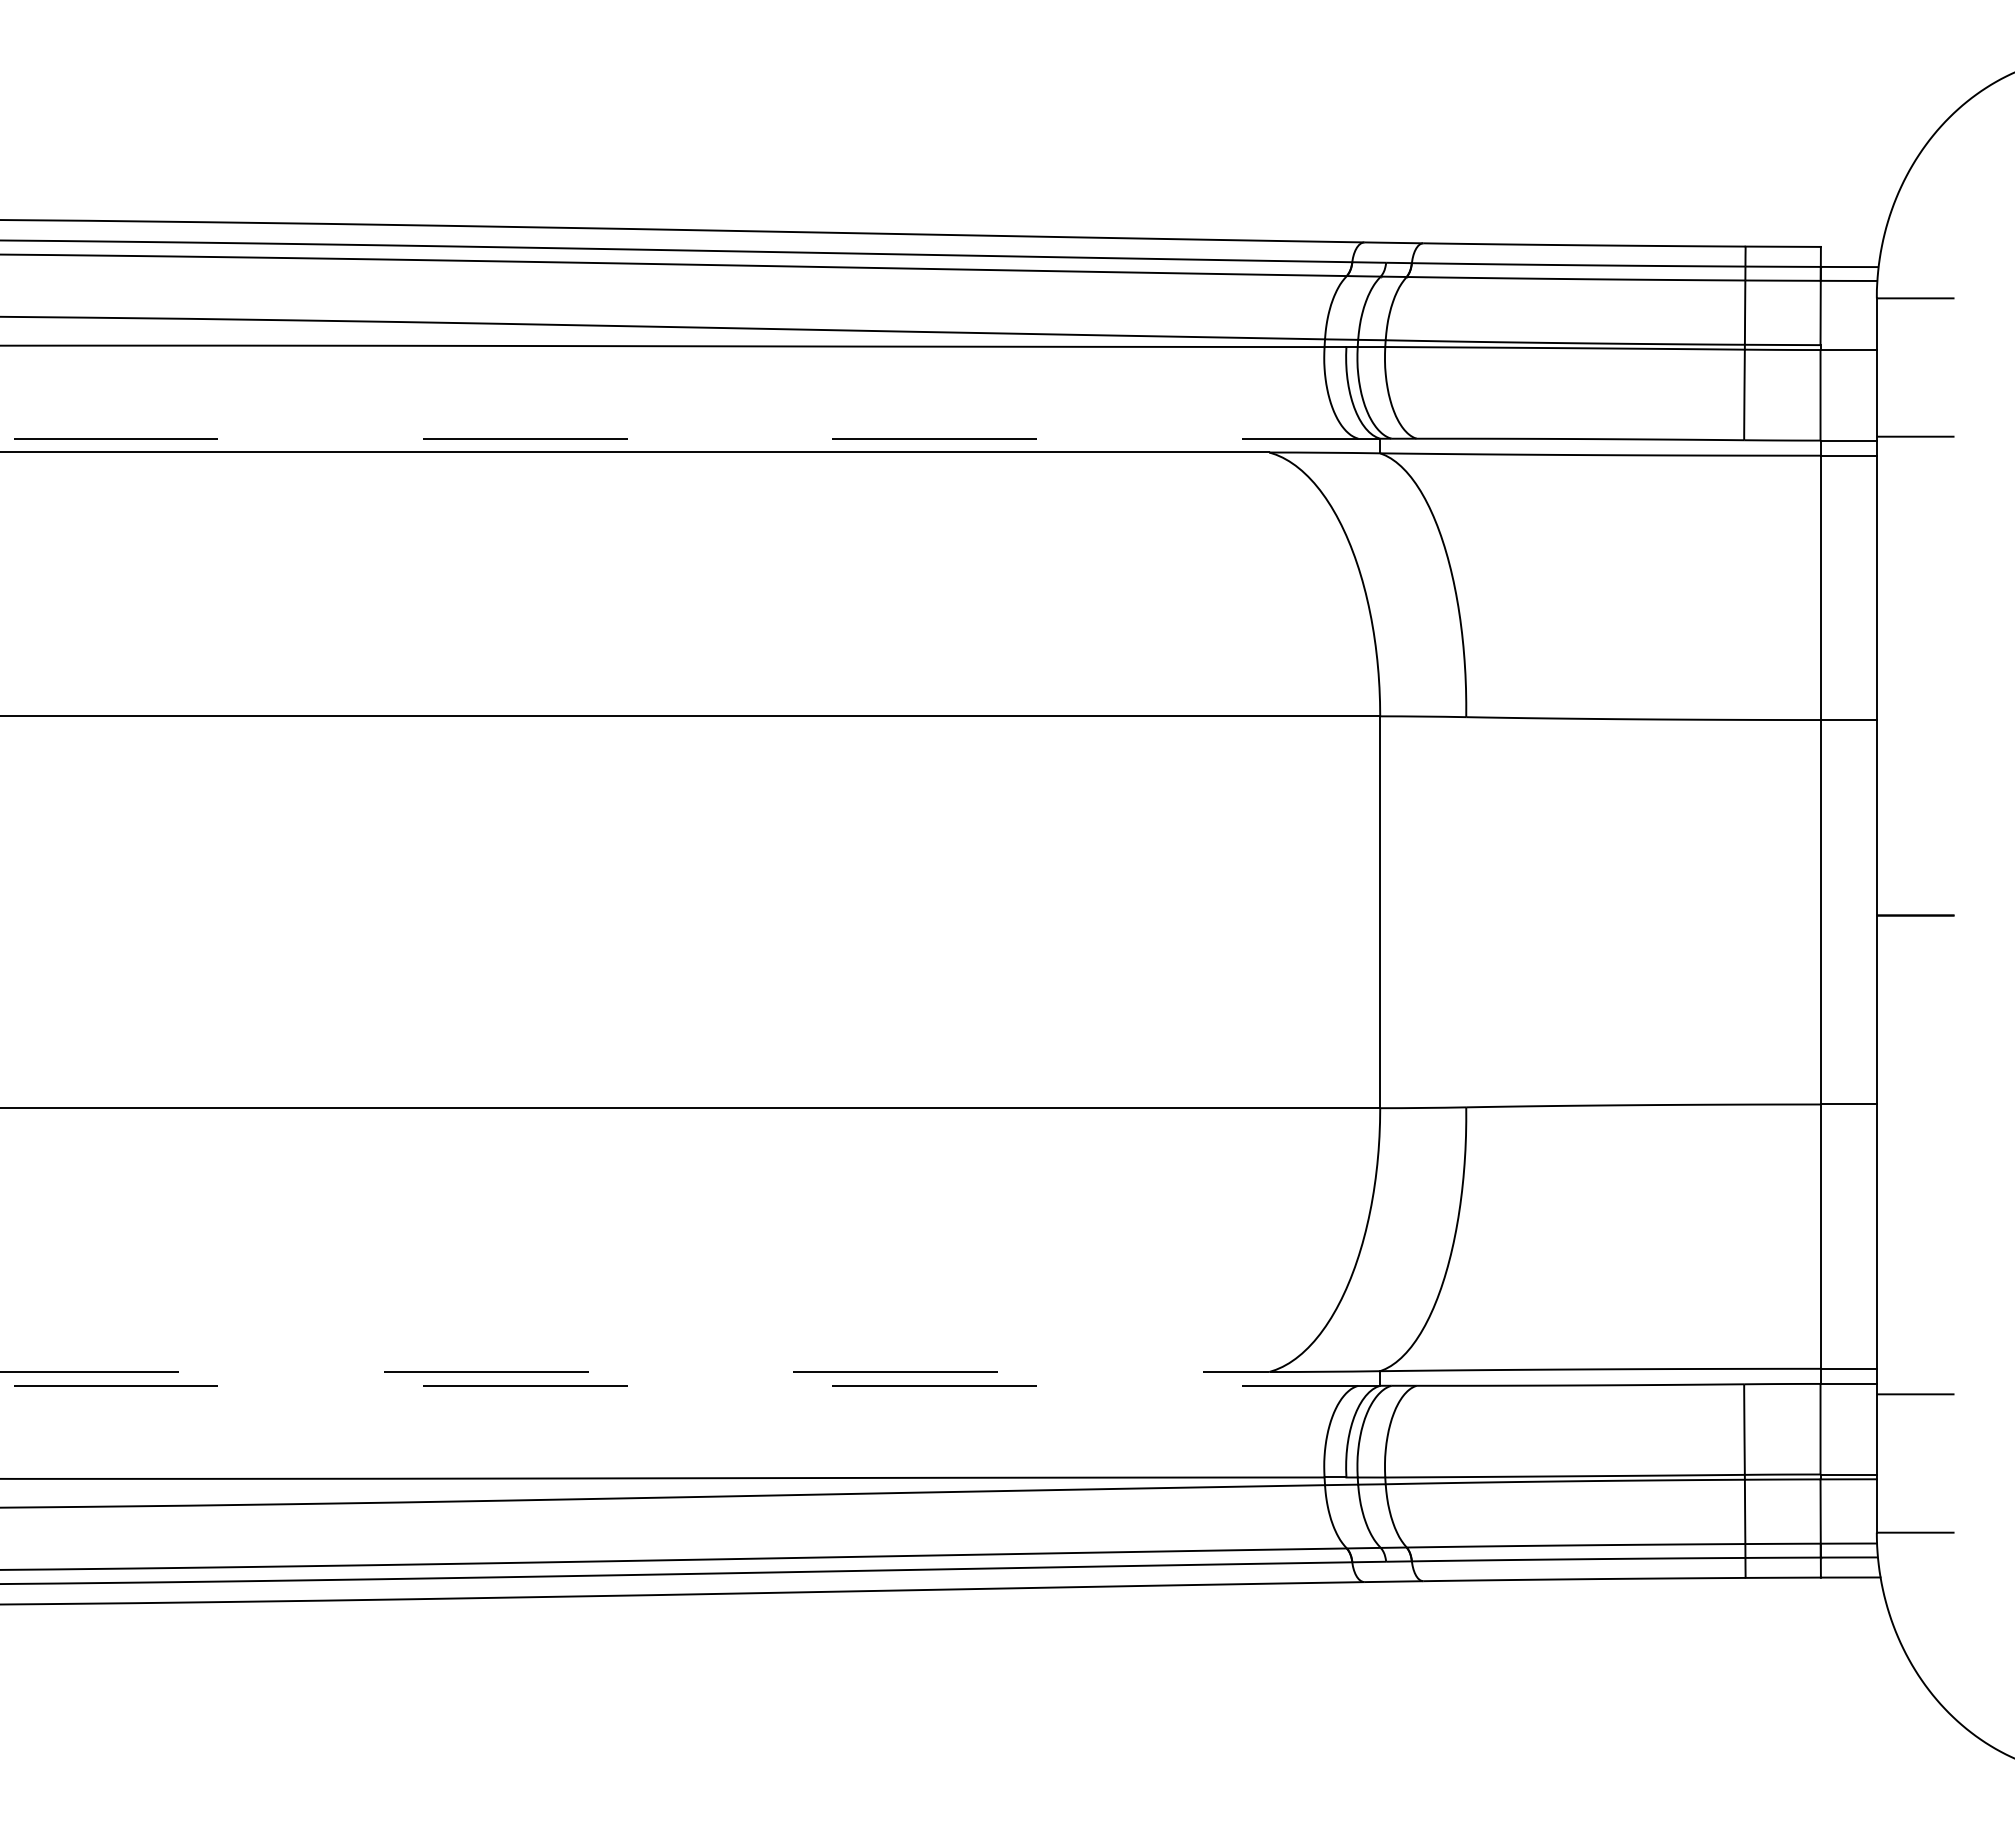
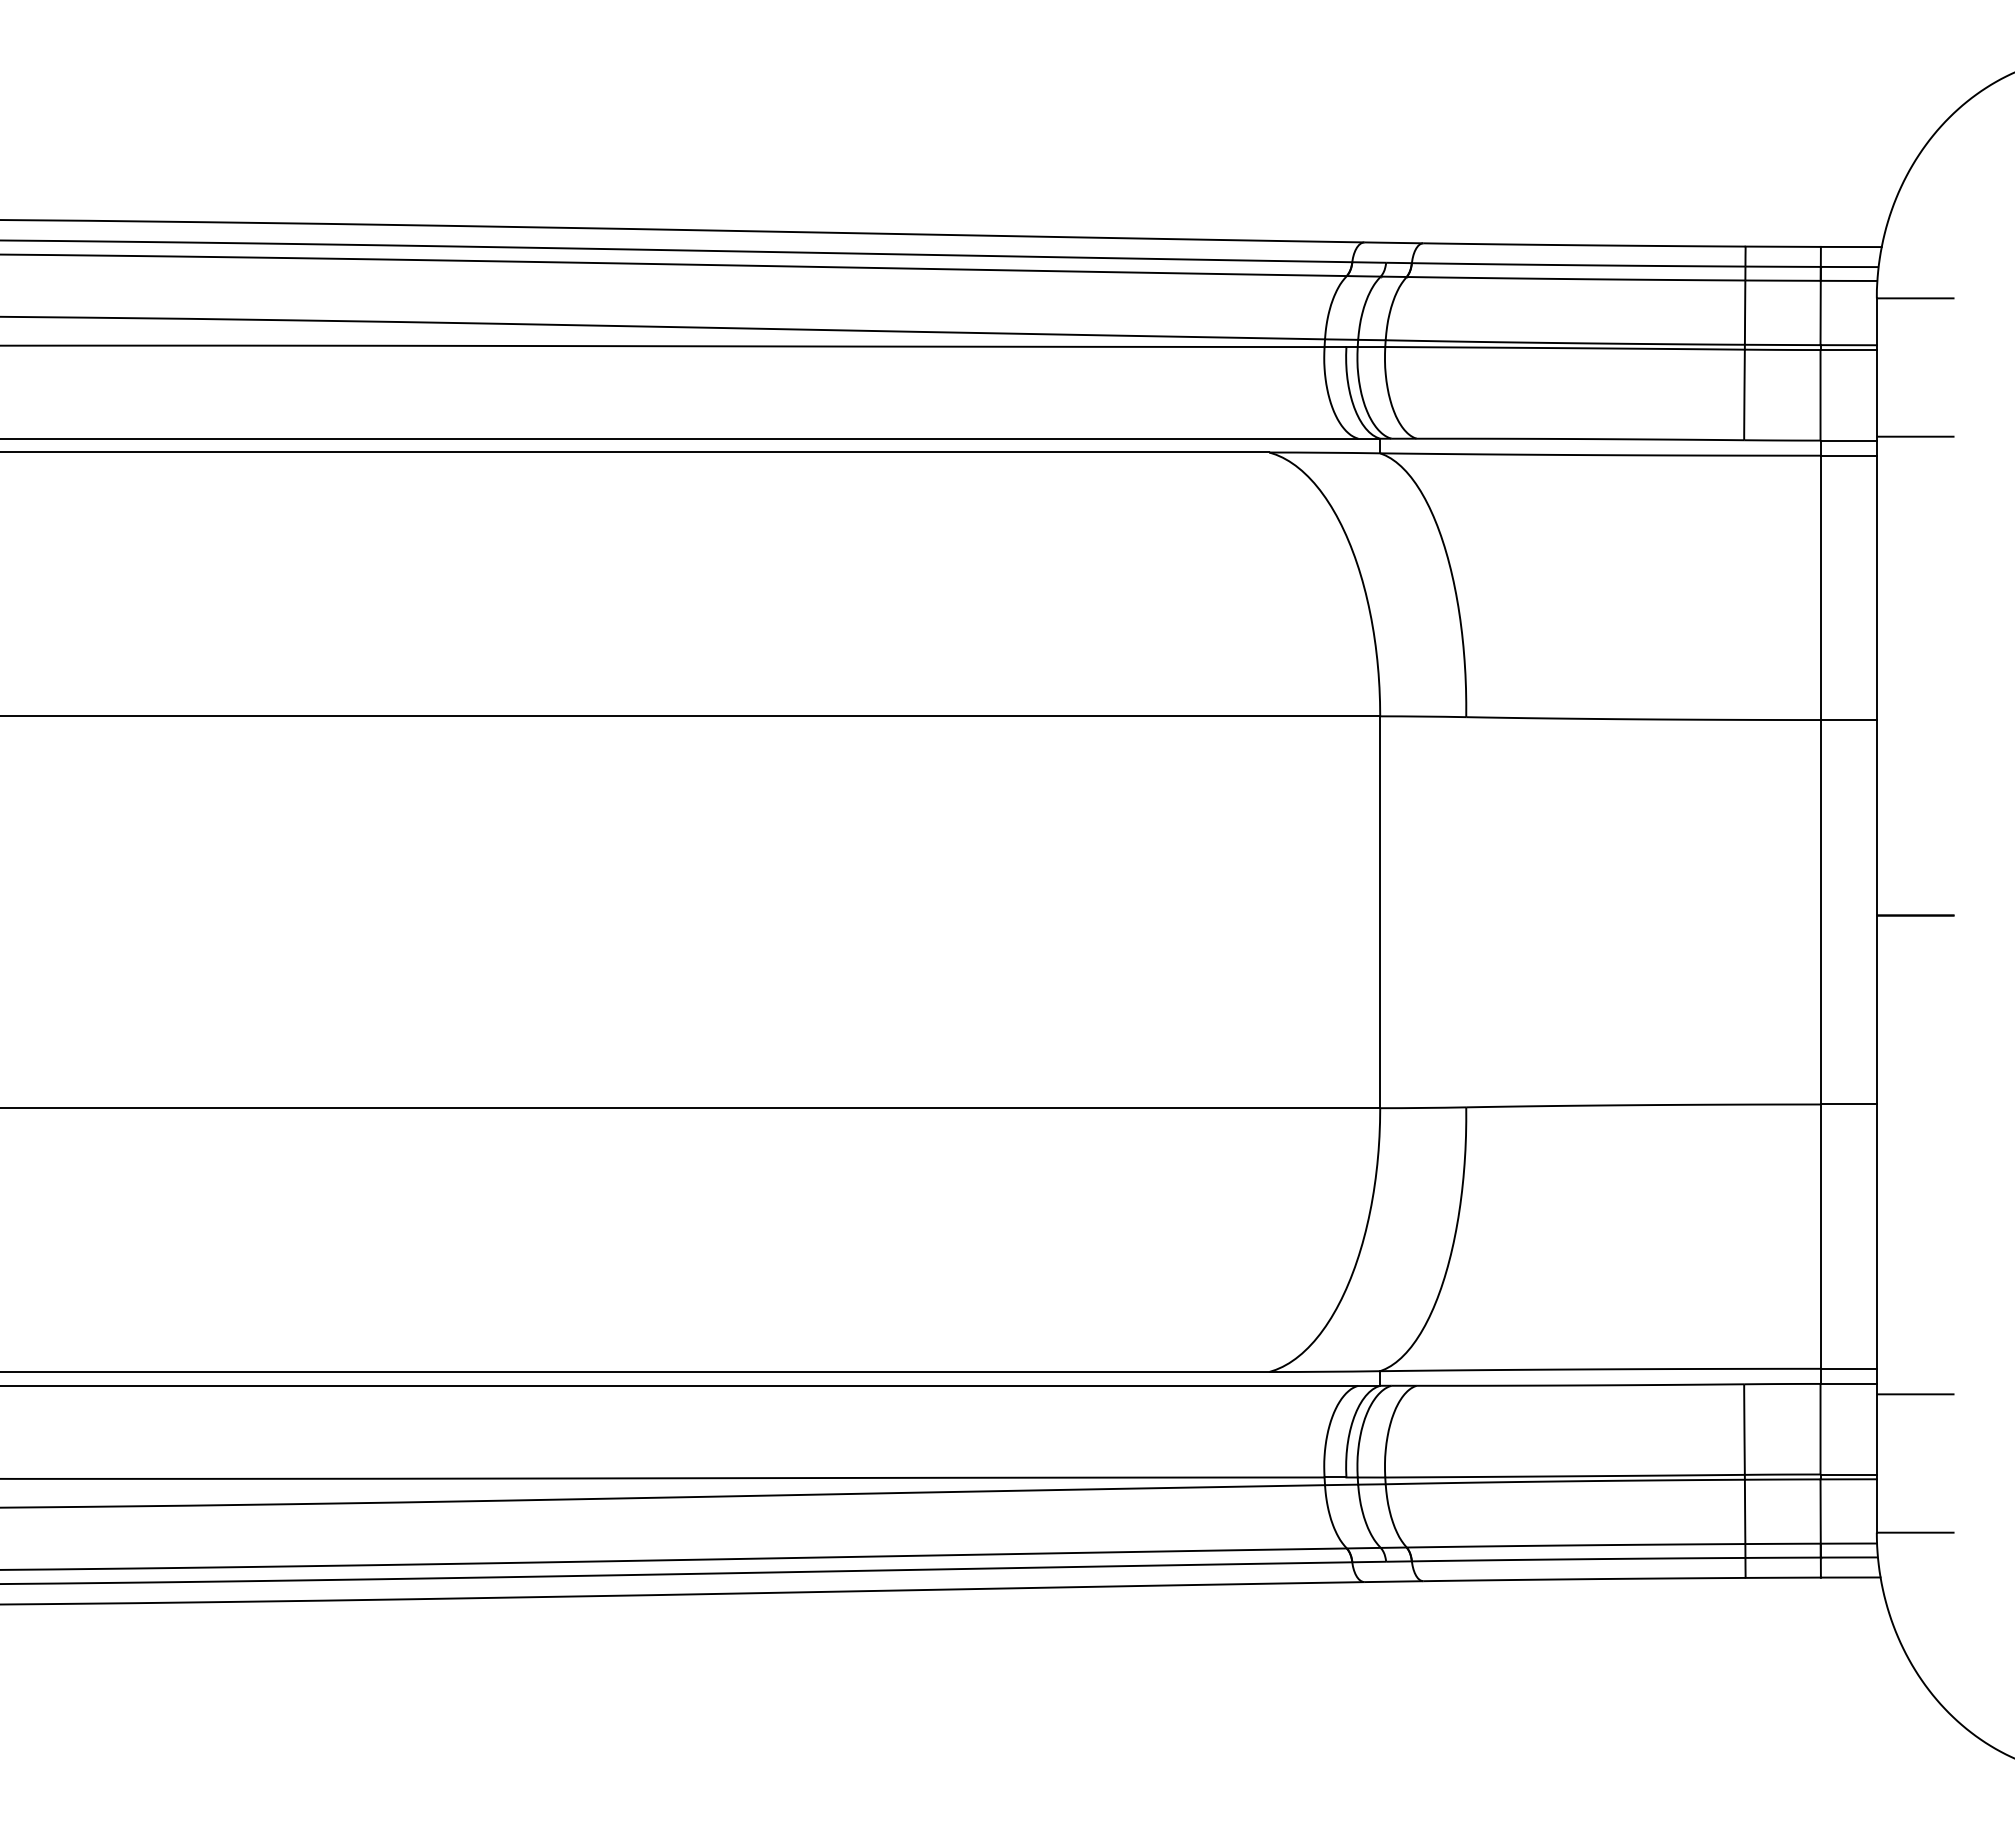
line at (1850, 246): none -> present
line at (1848, 345): none -> present
line at (690, 438): dashed -> solid
line at (635, 1372): dashed -> solid
line at (690, 1385): dashed -> solid
